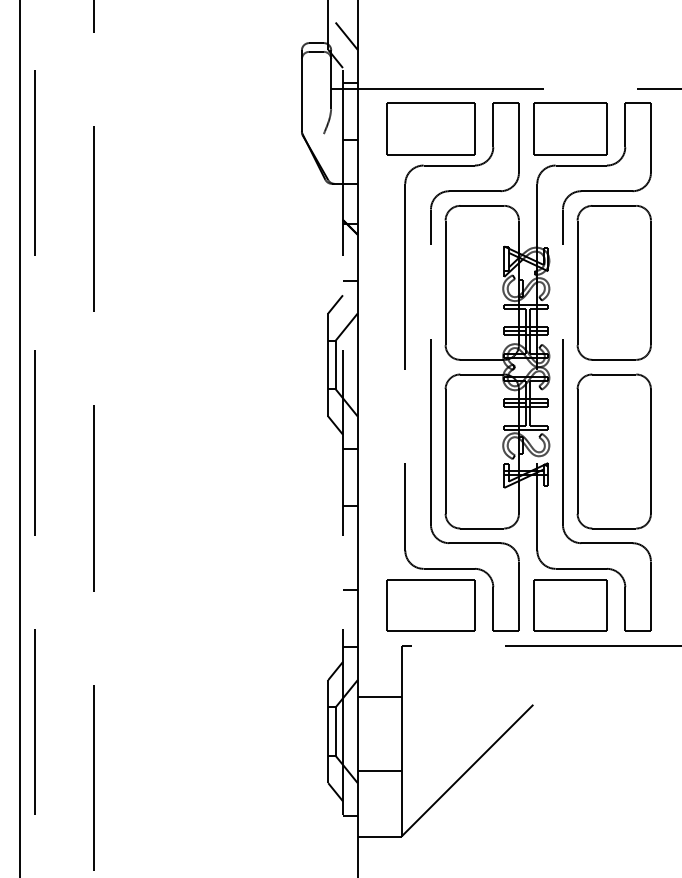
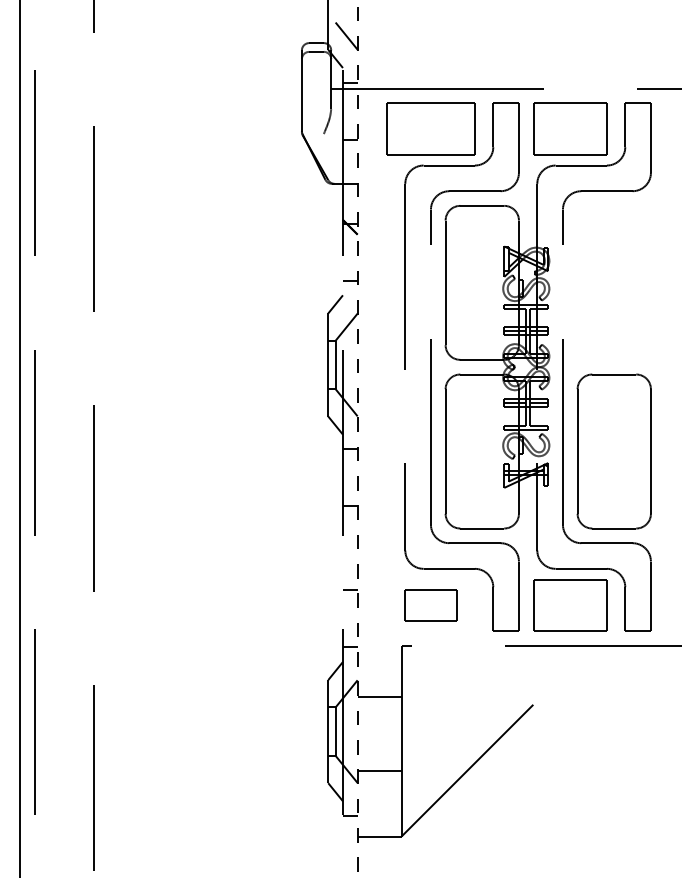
part at (613, 282): present -> none
line at (357, 438): solid -> dashed
part at (430, 605) size: 90x53 px -> 54x33 px
